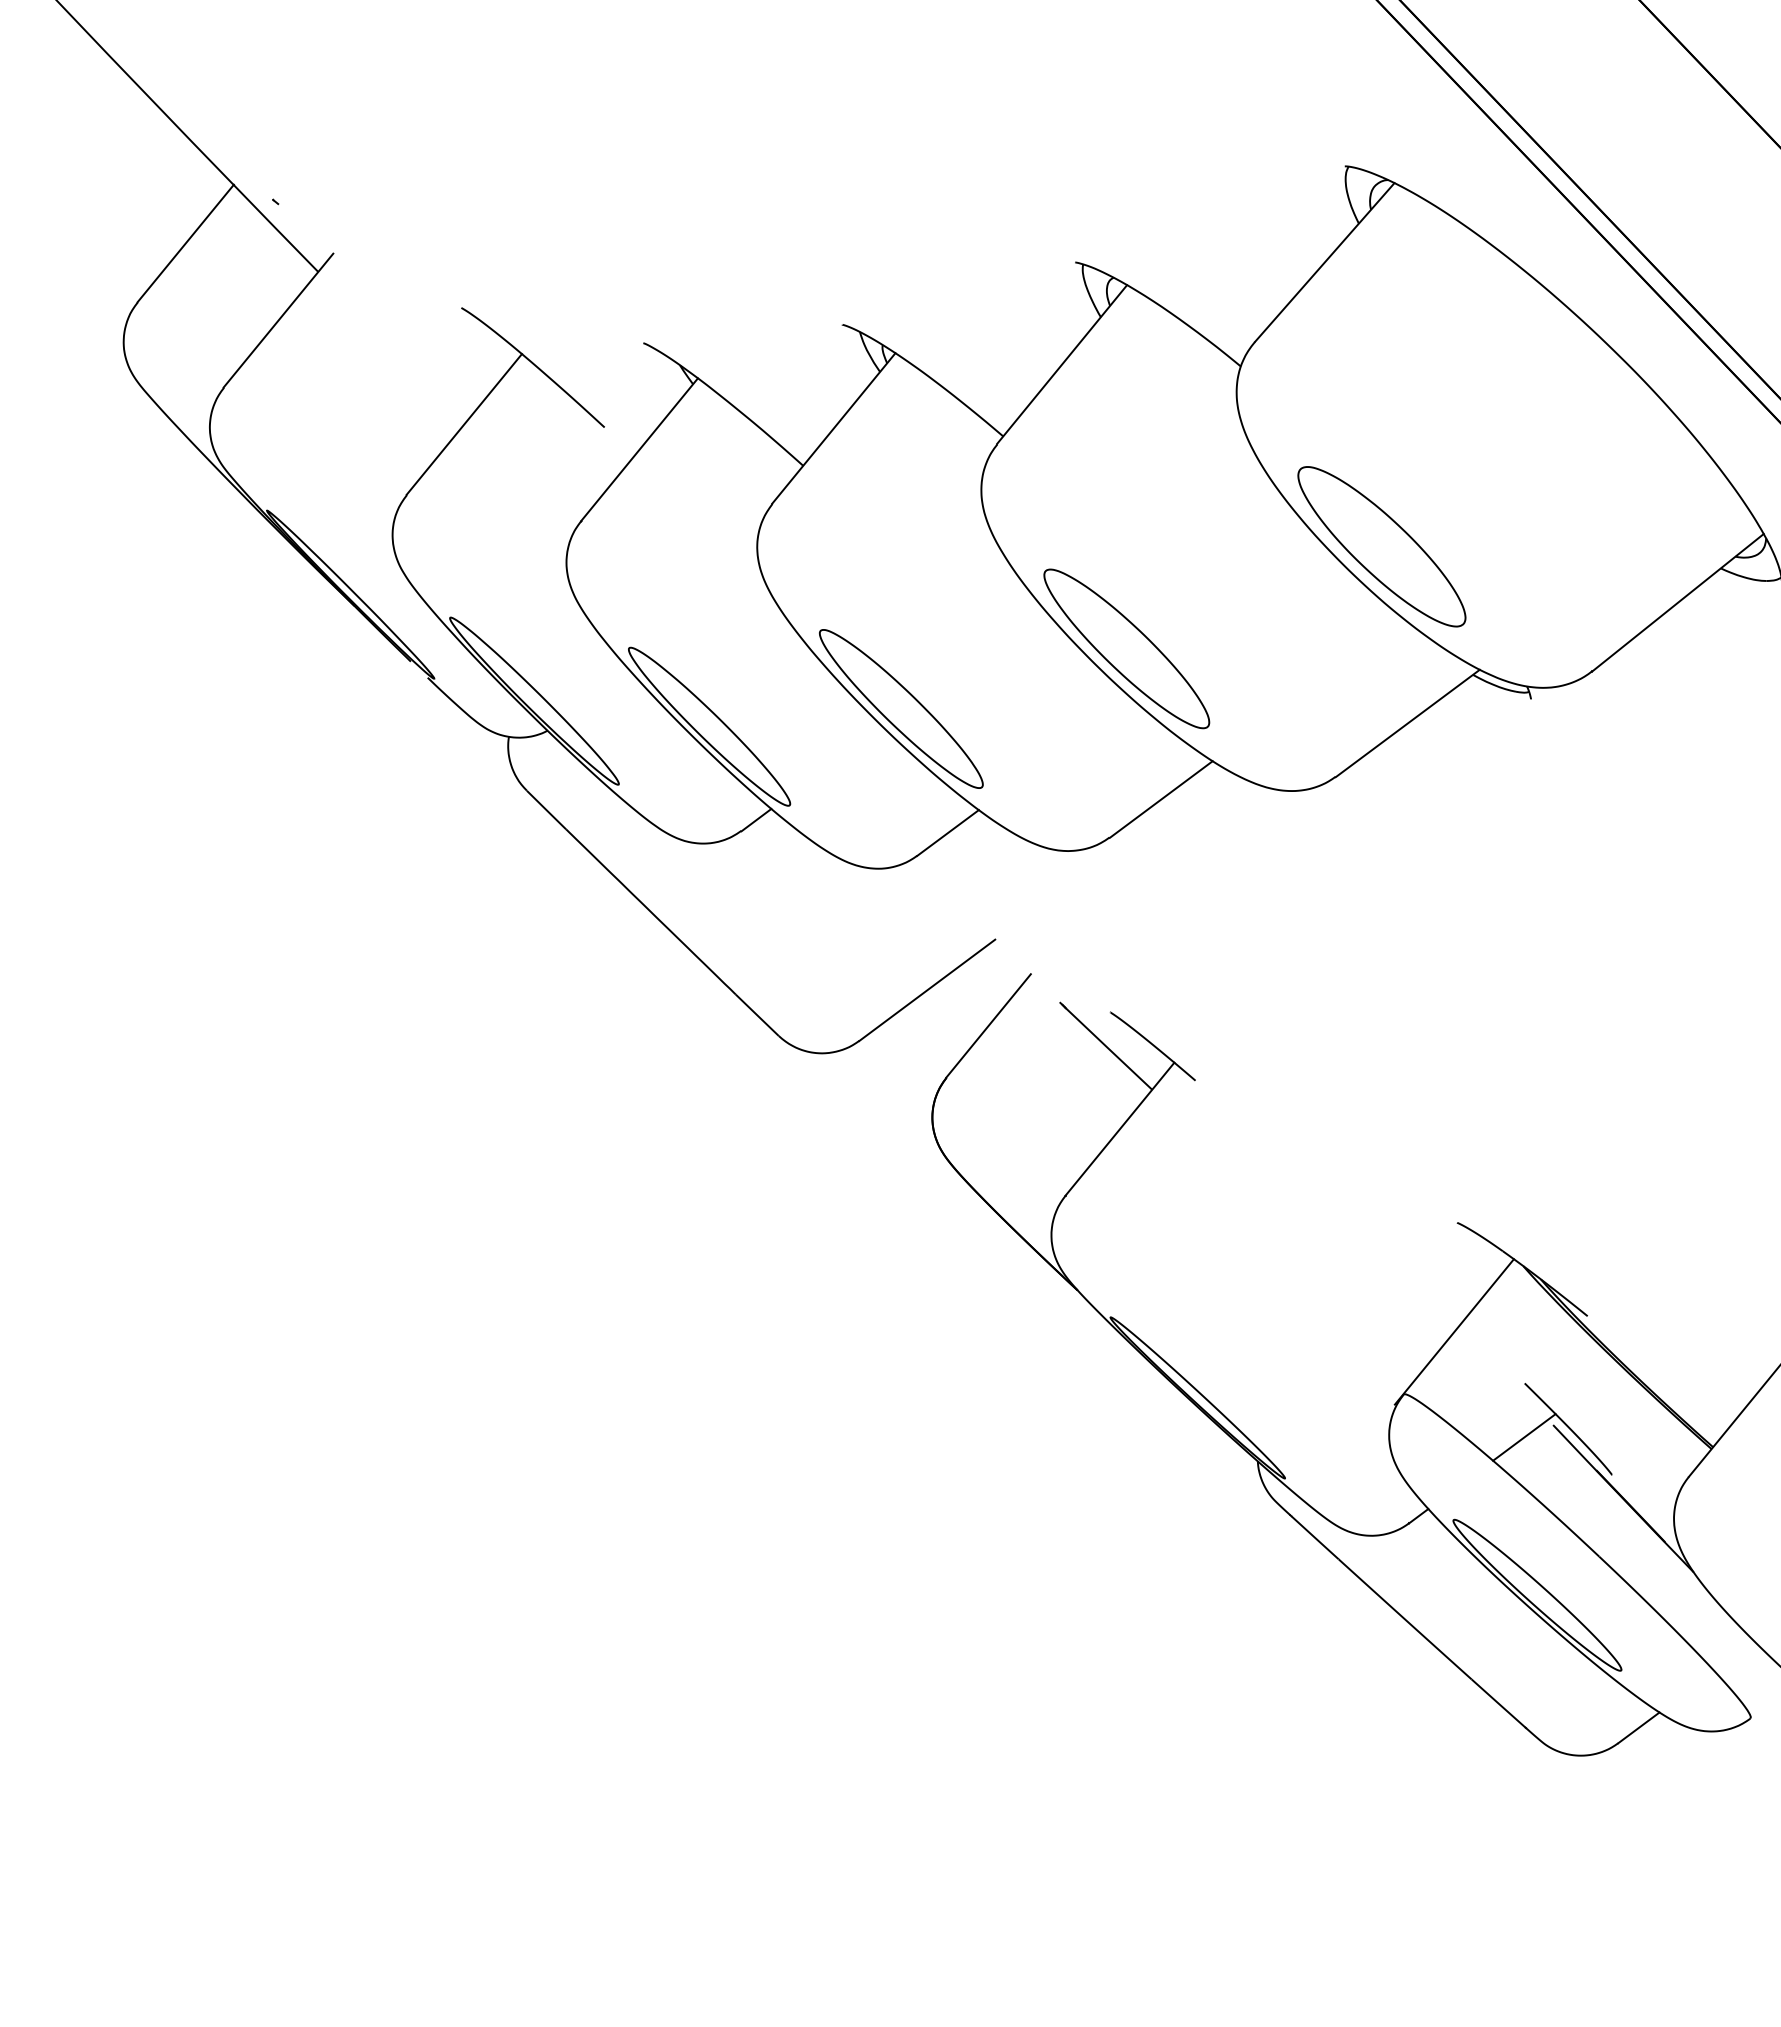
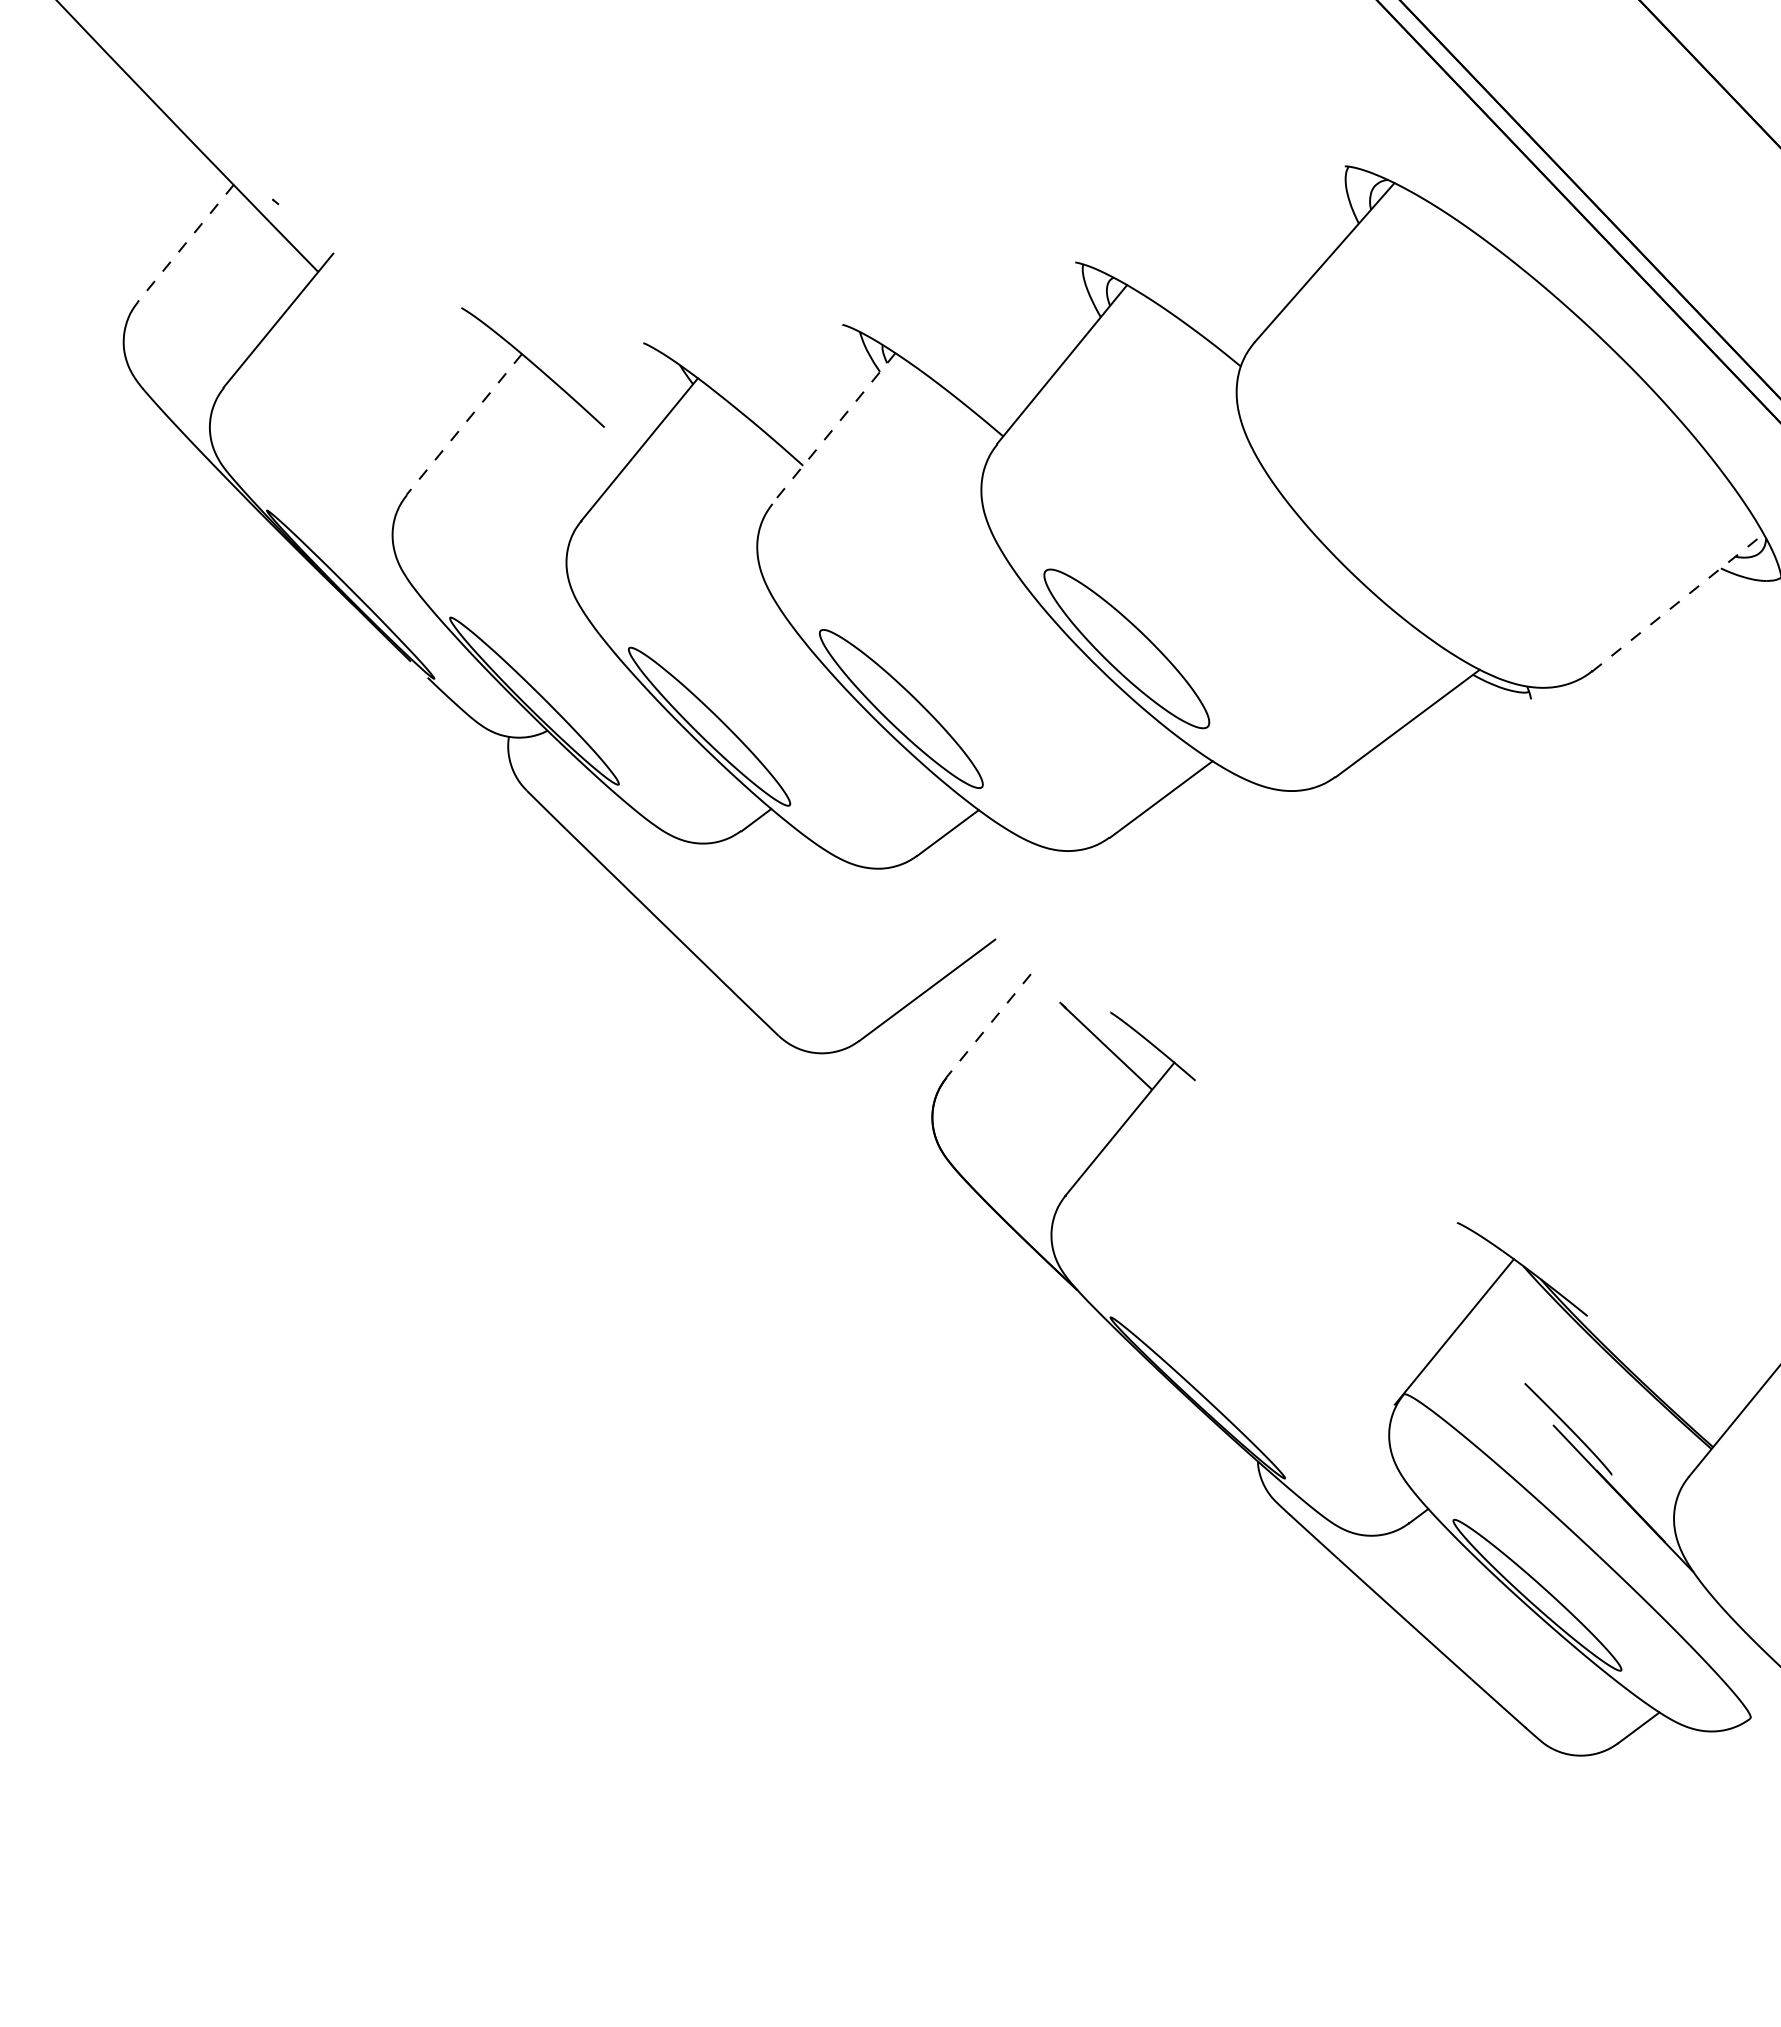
line at (185, 243): solid -> dashed
line at (464, 424): solid -> dashed
line at (833, 428): solid -> dashed
part at (1381, 546): present -> none
line at (1678, 602): solid -> dashed
line at (988, 1025): solid -> dashed
line at (1524, 1437): present -> none
